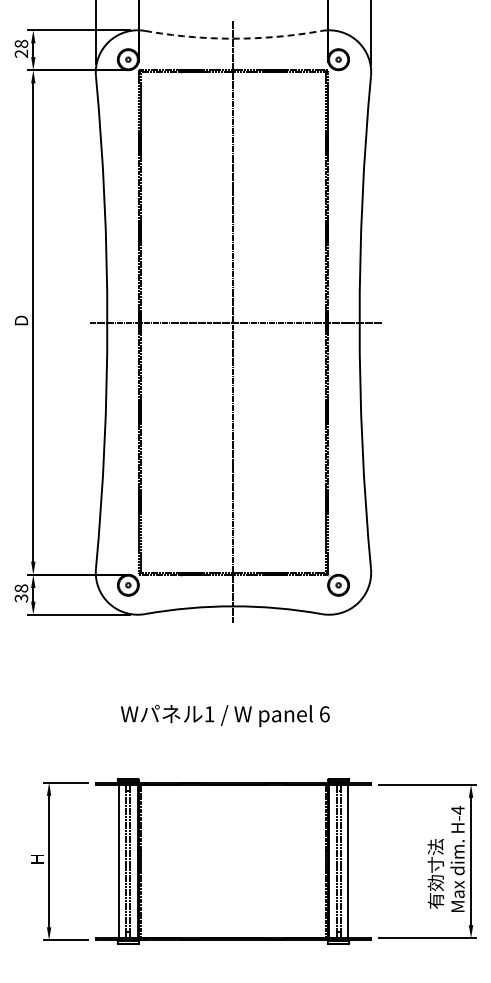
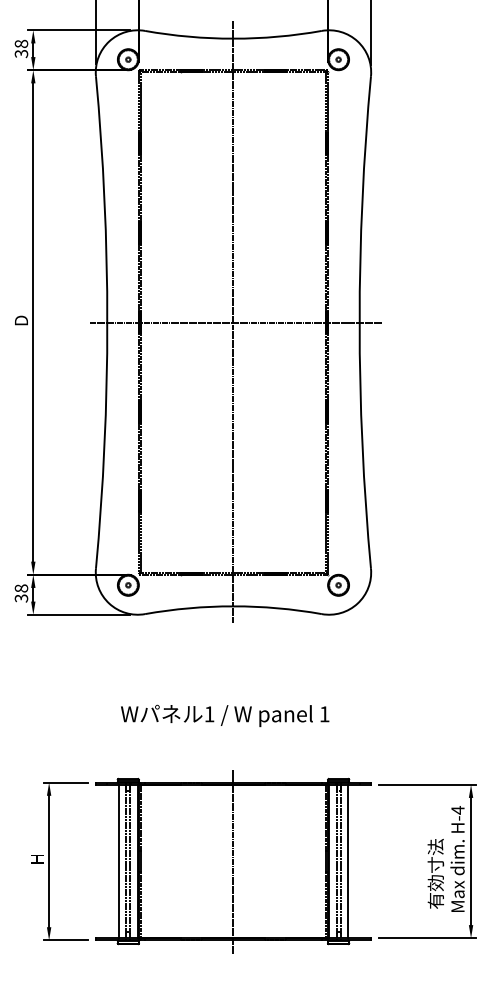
arc at (233, 38): dashed -> solid
text at (21, 53): 28 -> 38
text at (324, 714): 6 -> 1
line at (233, 861): none -> present
